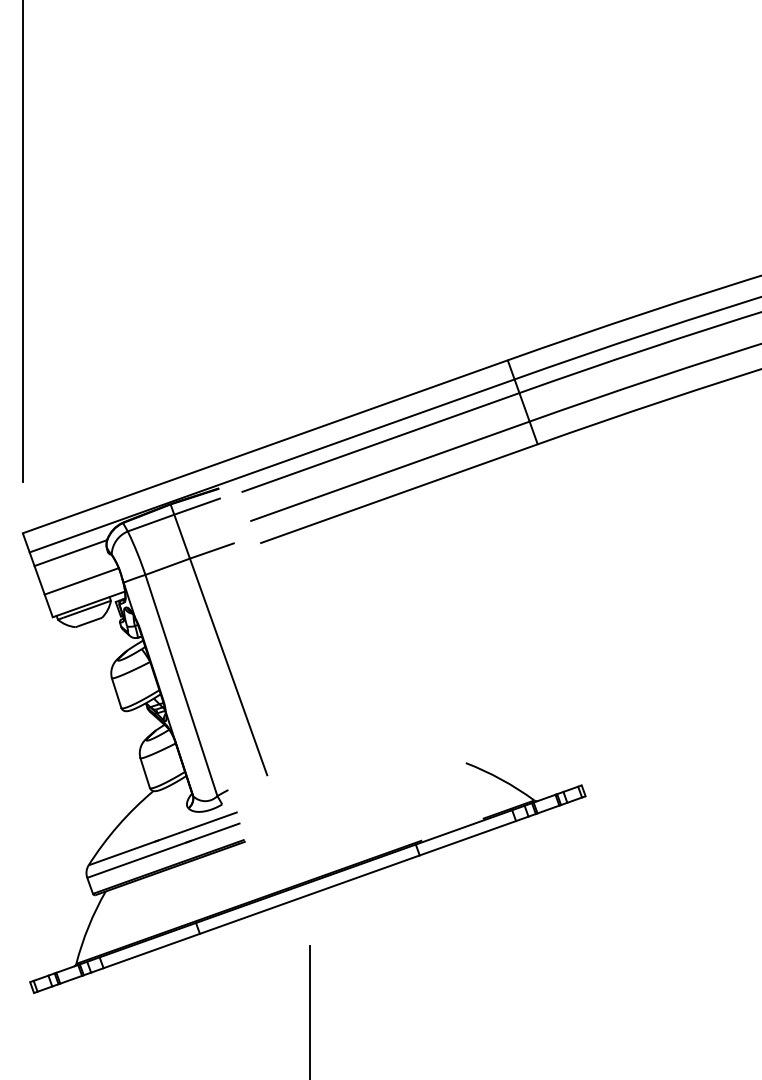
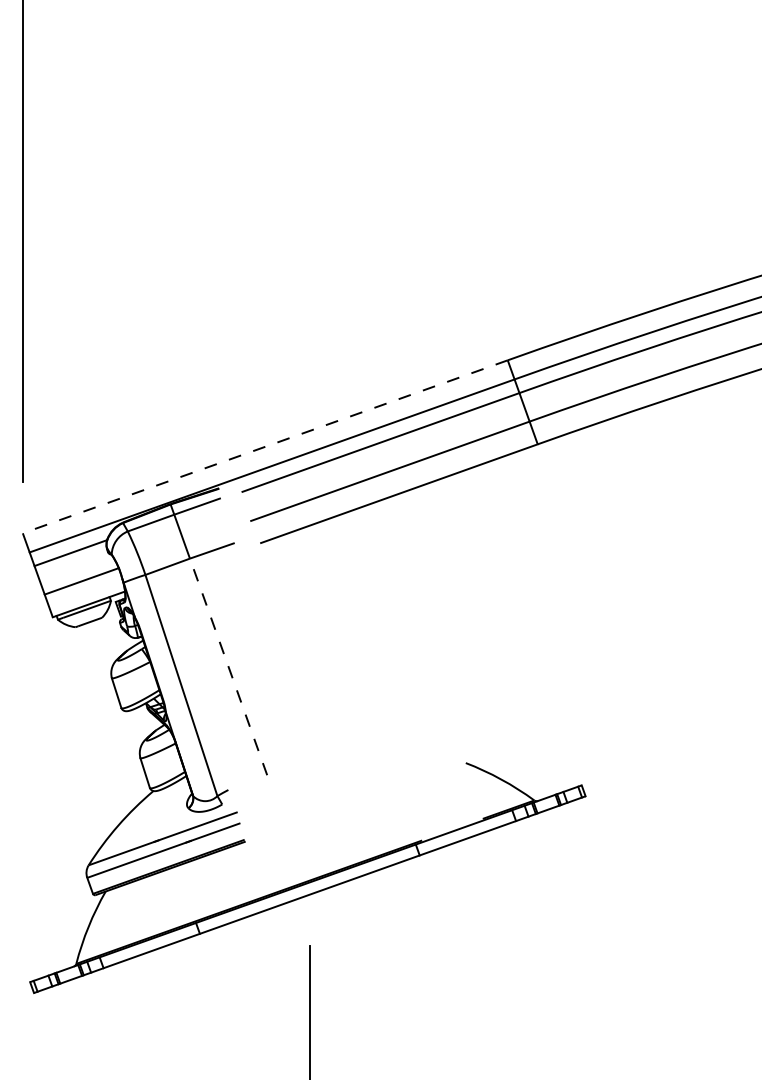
line at (264, 446): solid -> dashed
line at (228, 666): solid -> dashed
